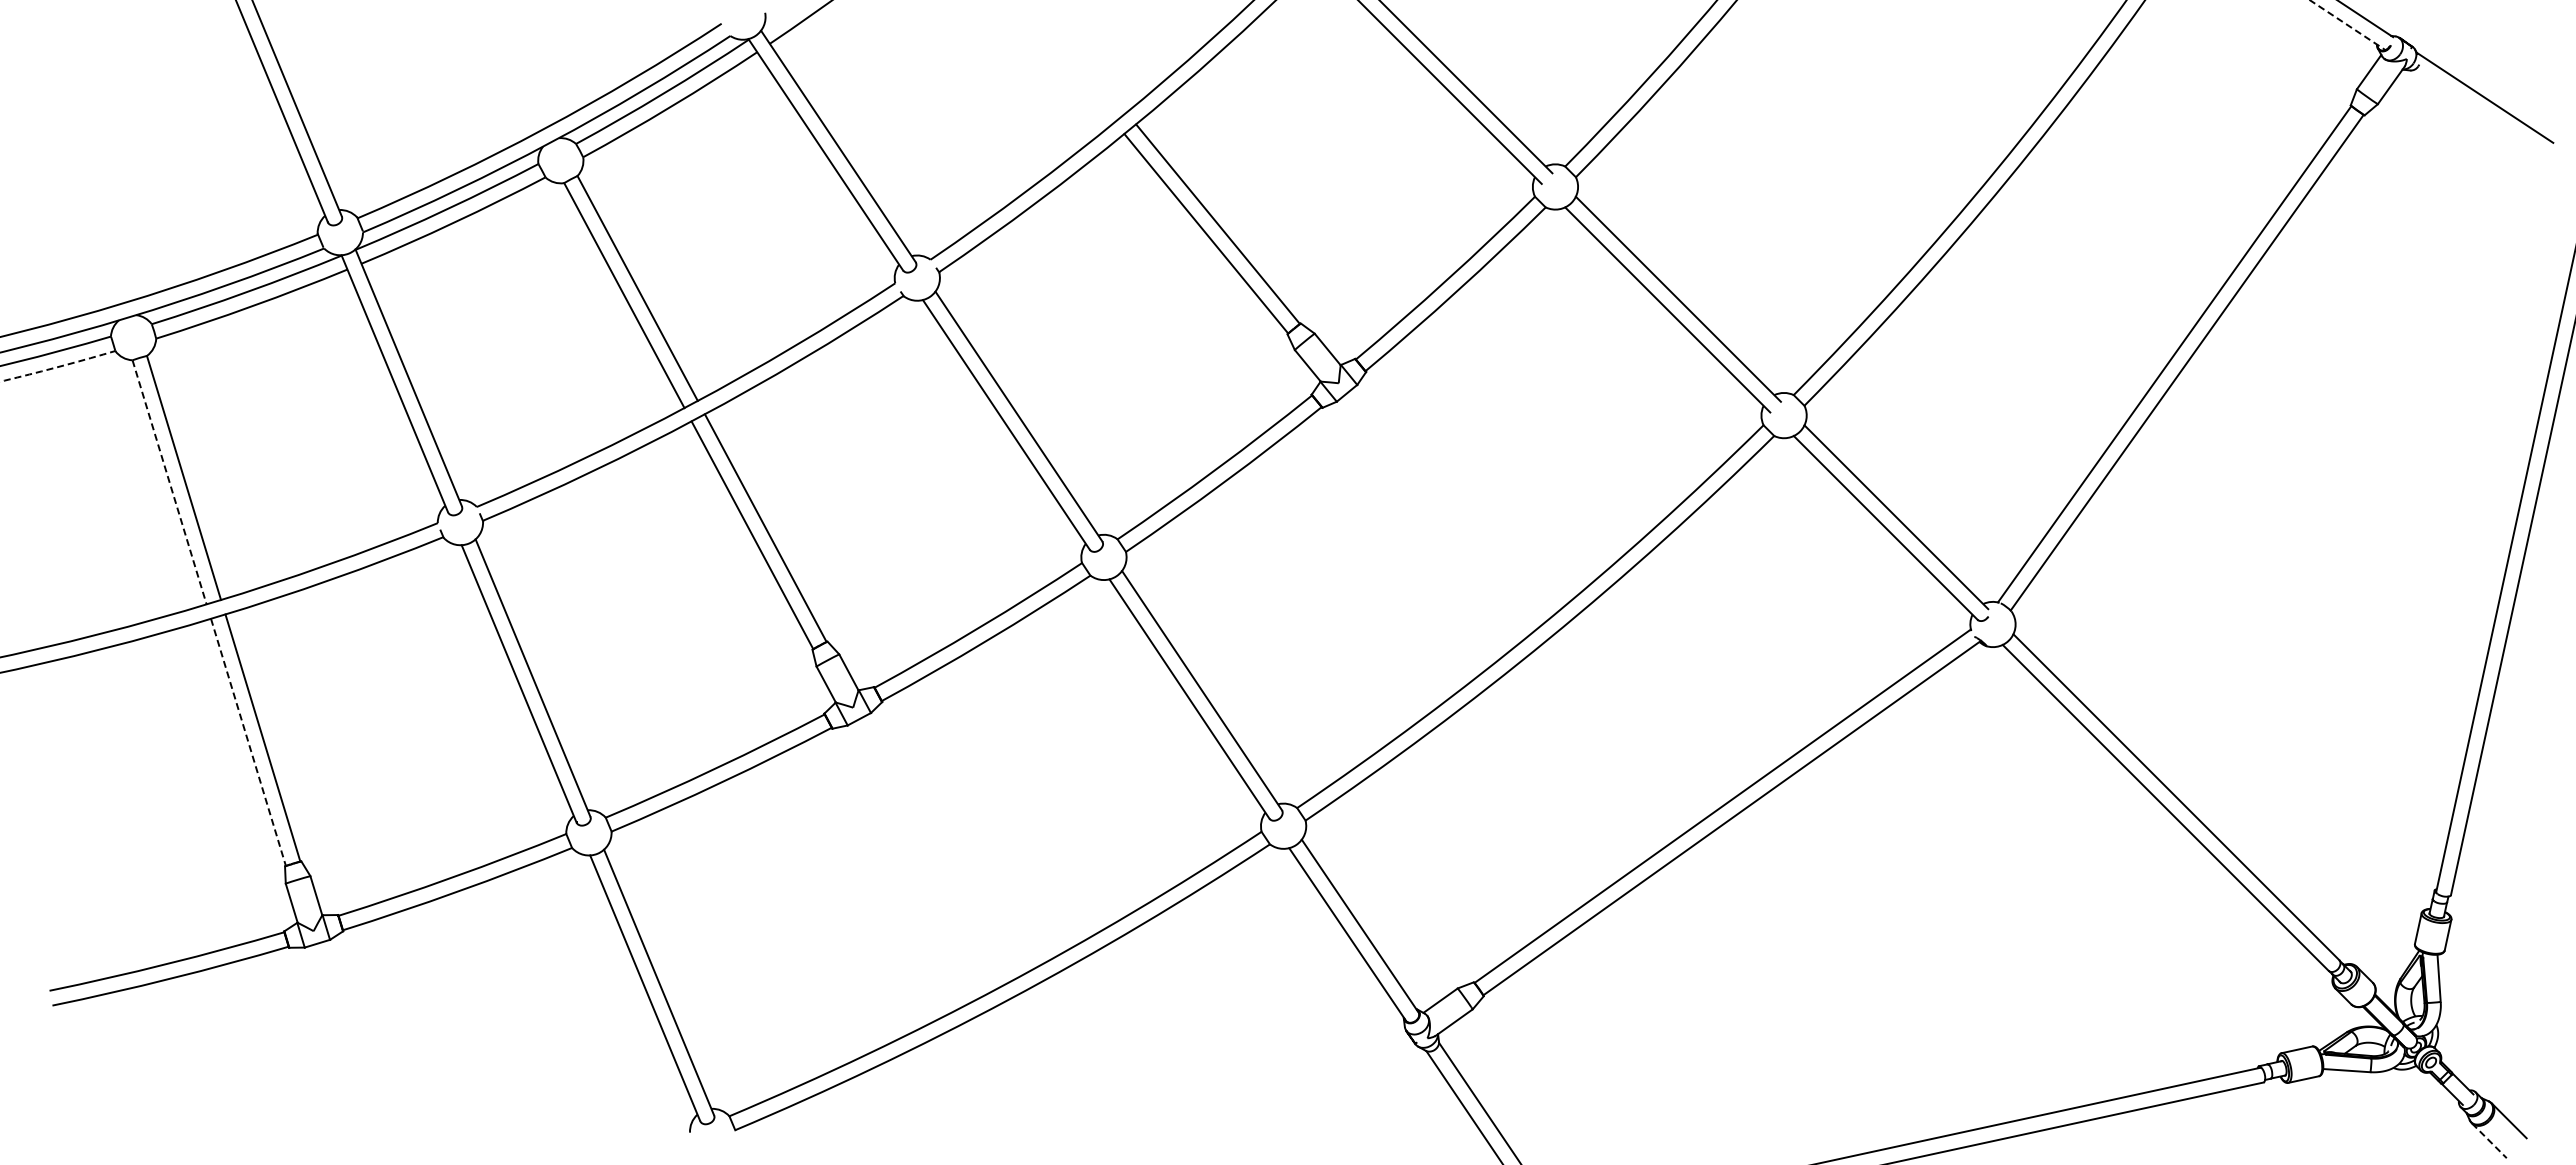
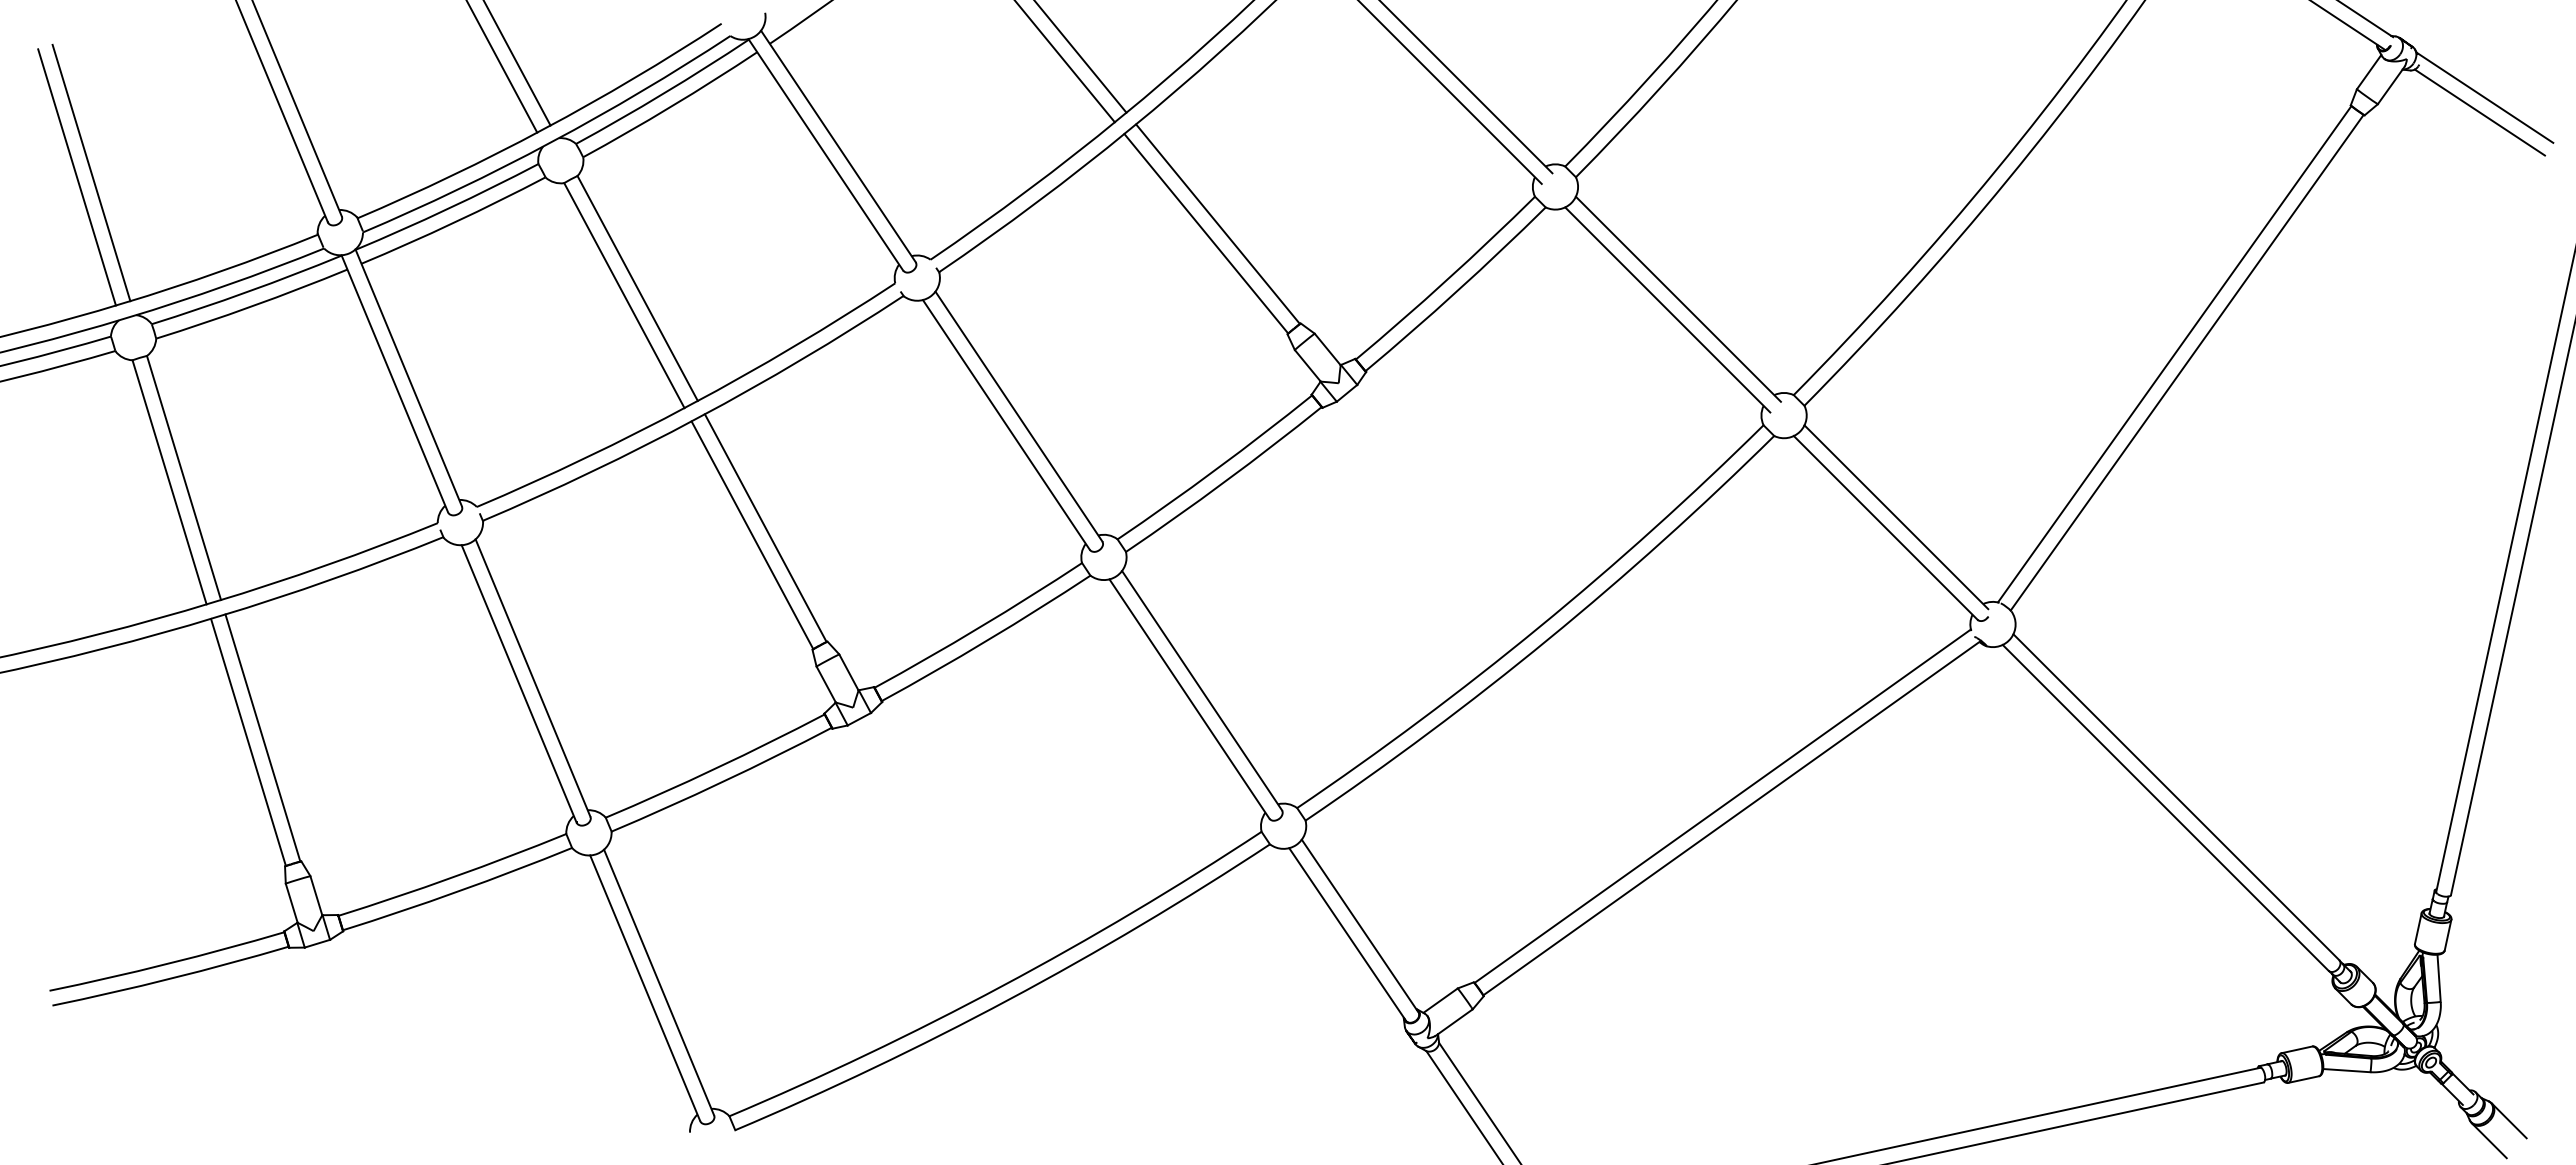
line at (2348, 25): dashed -> solid
line at (1080, 57): none -> present
line at (1065, 62): none -> present
line at (517, 63): none -> present
line at (502, 67): none -> present
line at (2479, 112): none -> present
line at (91, 172): none -> present
line at (76, 177): none -> present
arc at (58, 366): dashed -> solid
line at (169, 482): dashed -> solid
line at (248, 742): dashed -> solid
line at (2489, 1140): dashed -> solid
